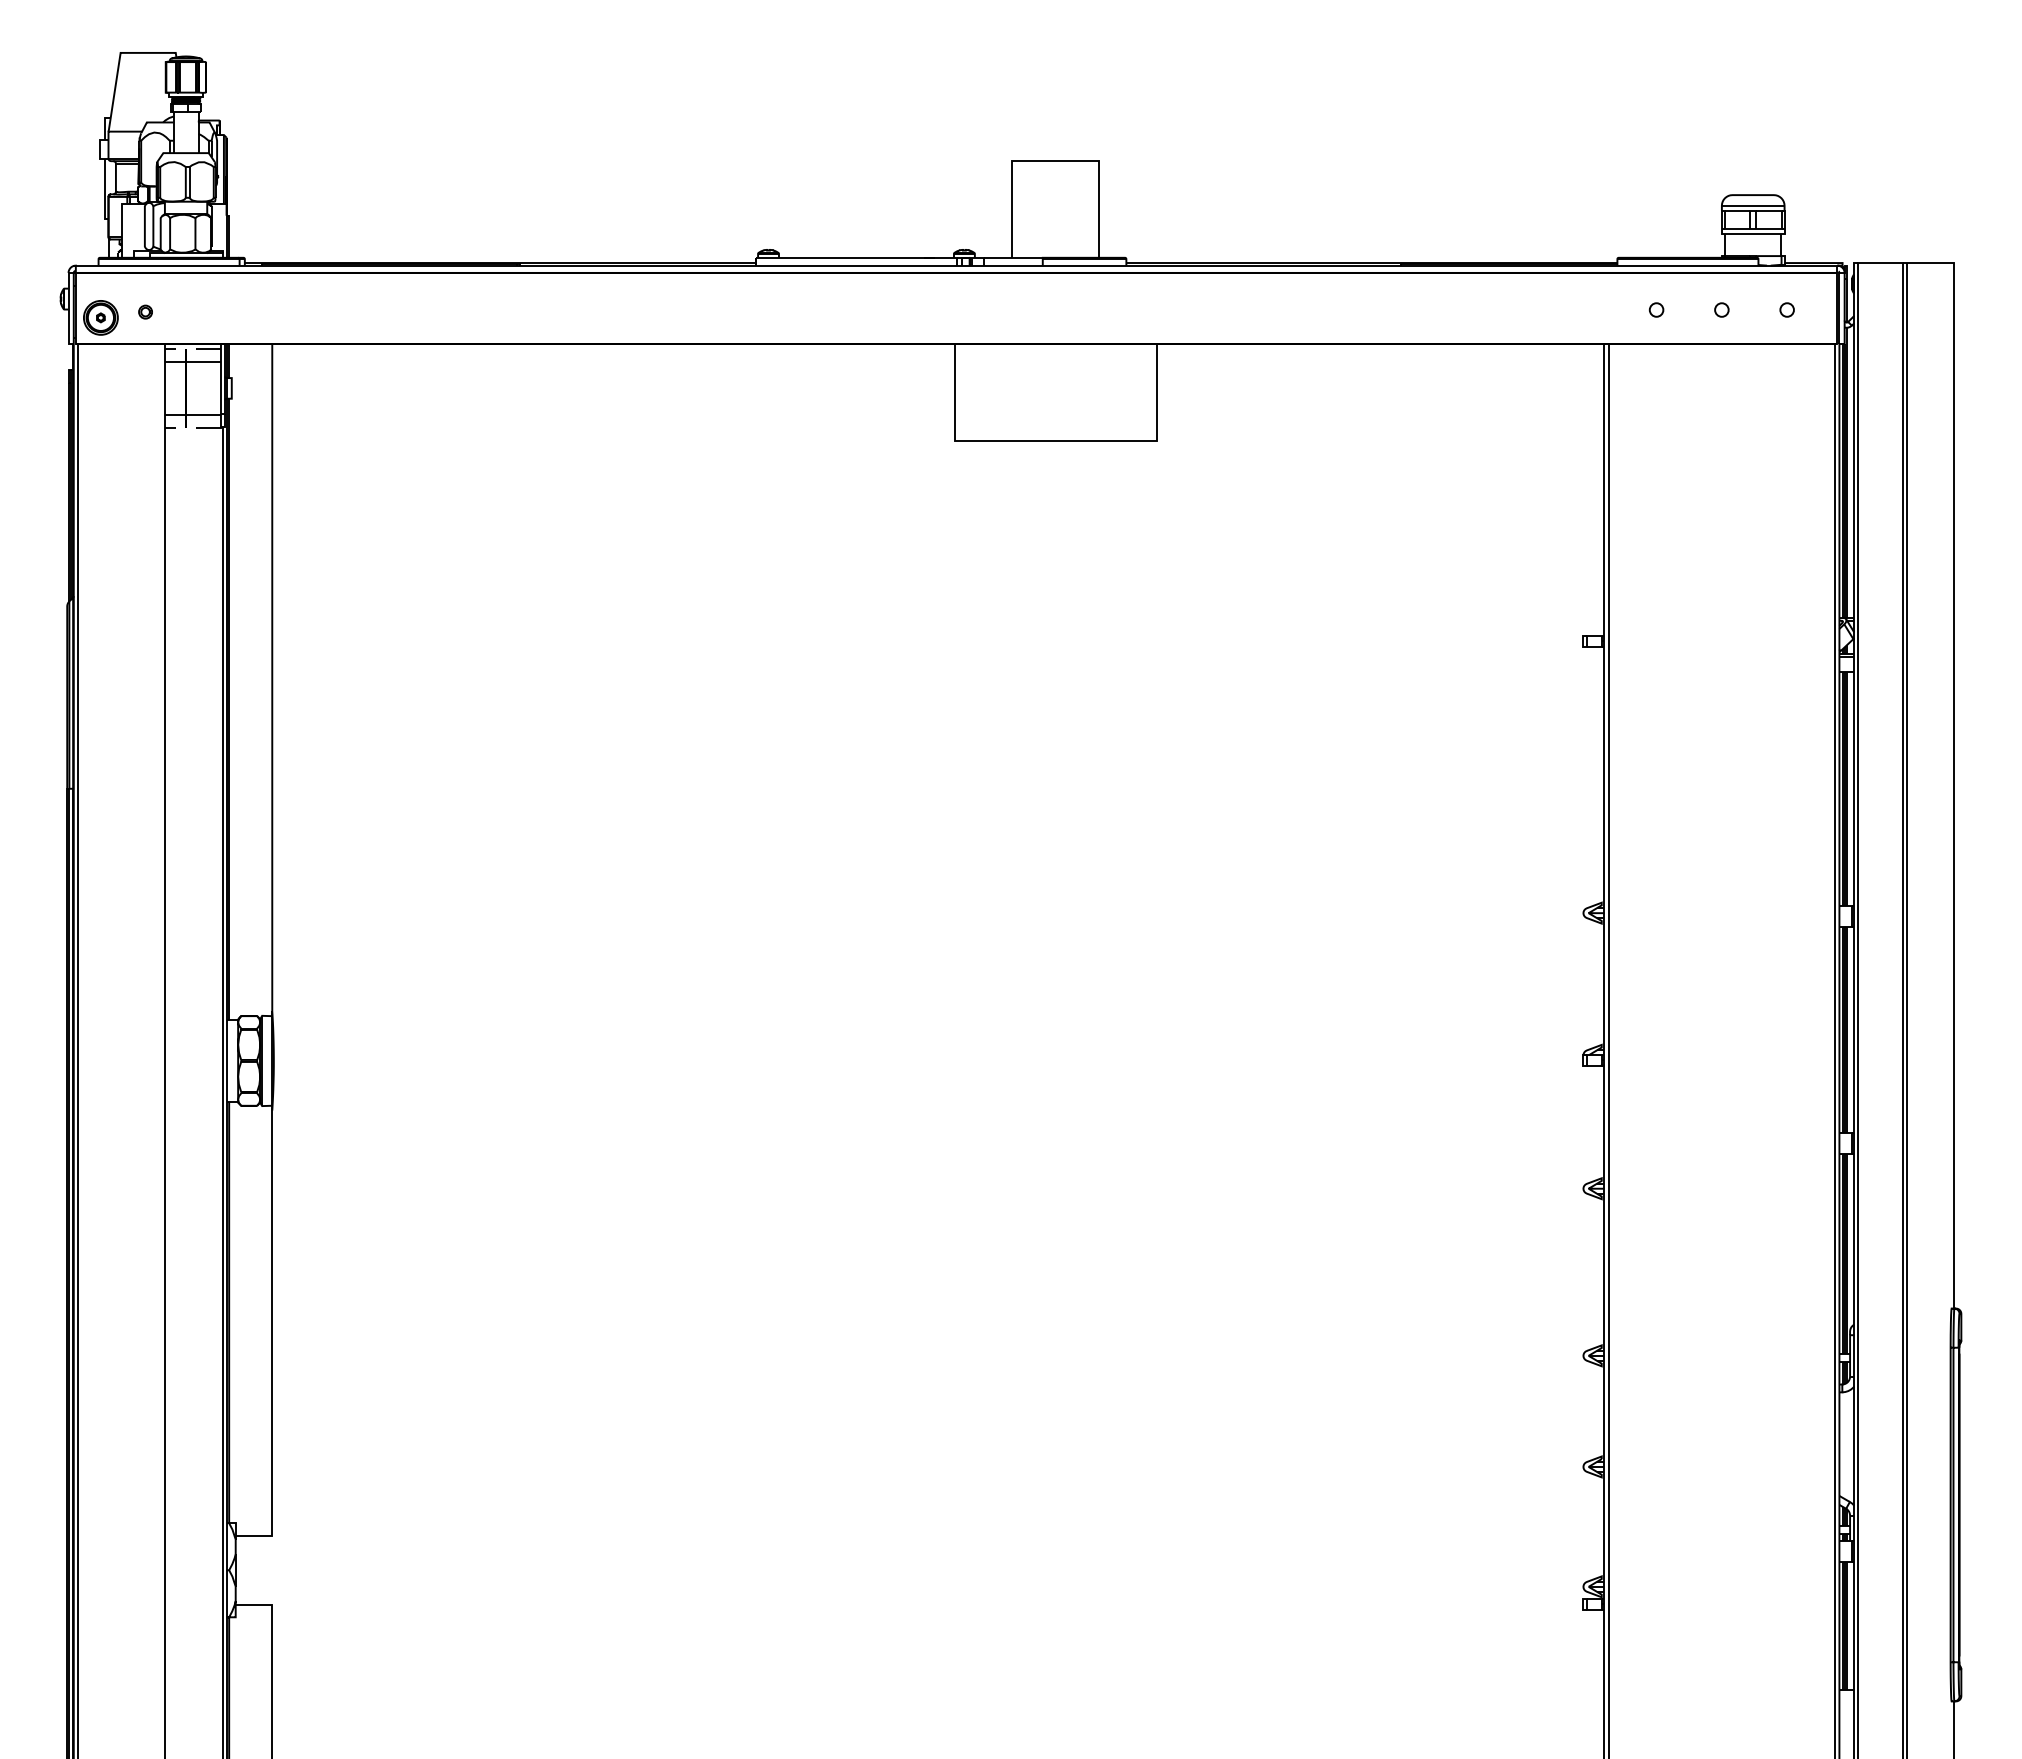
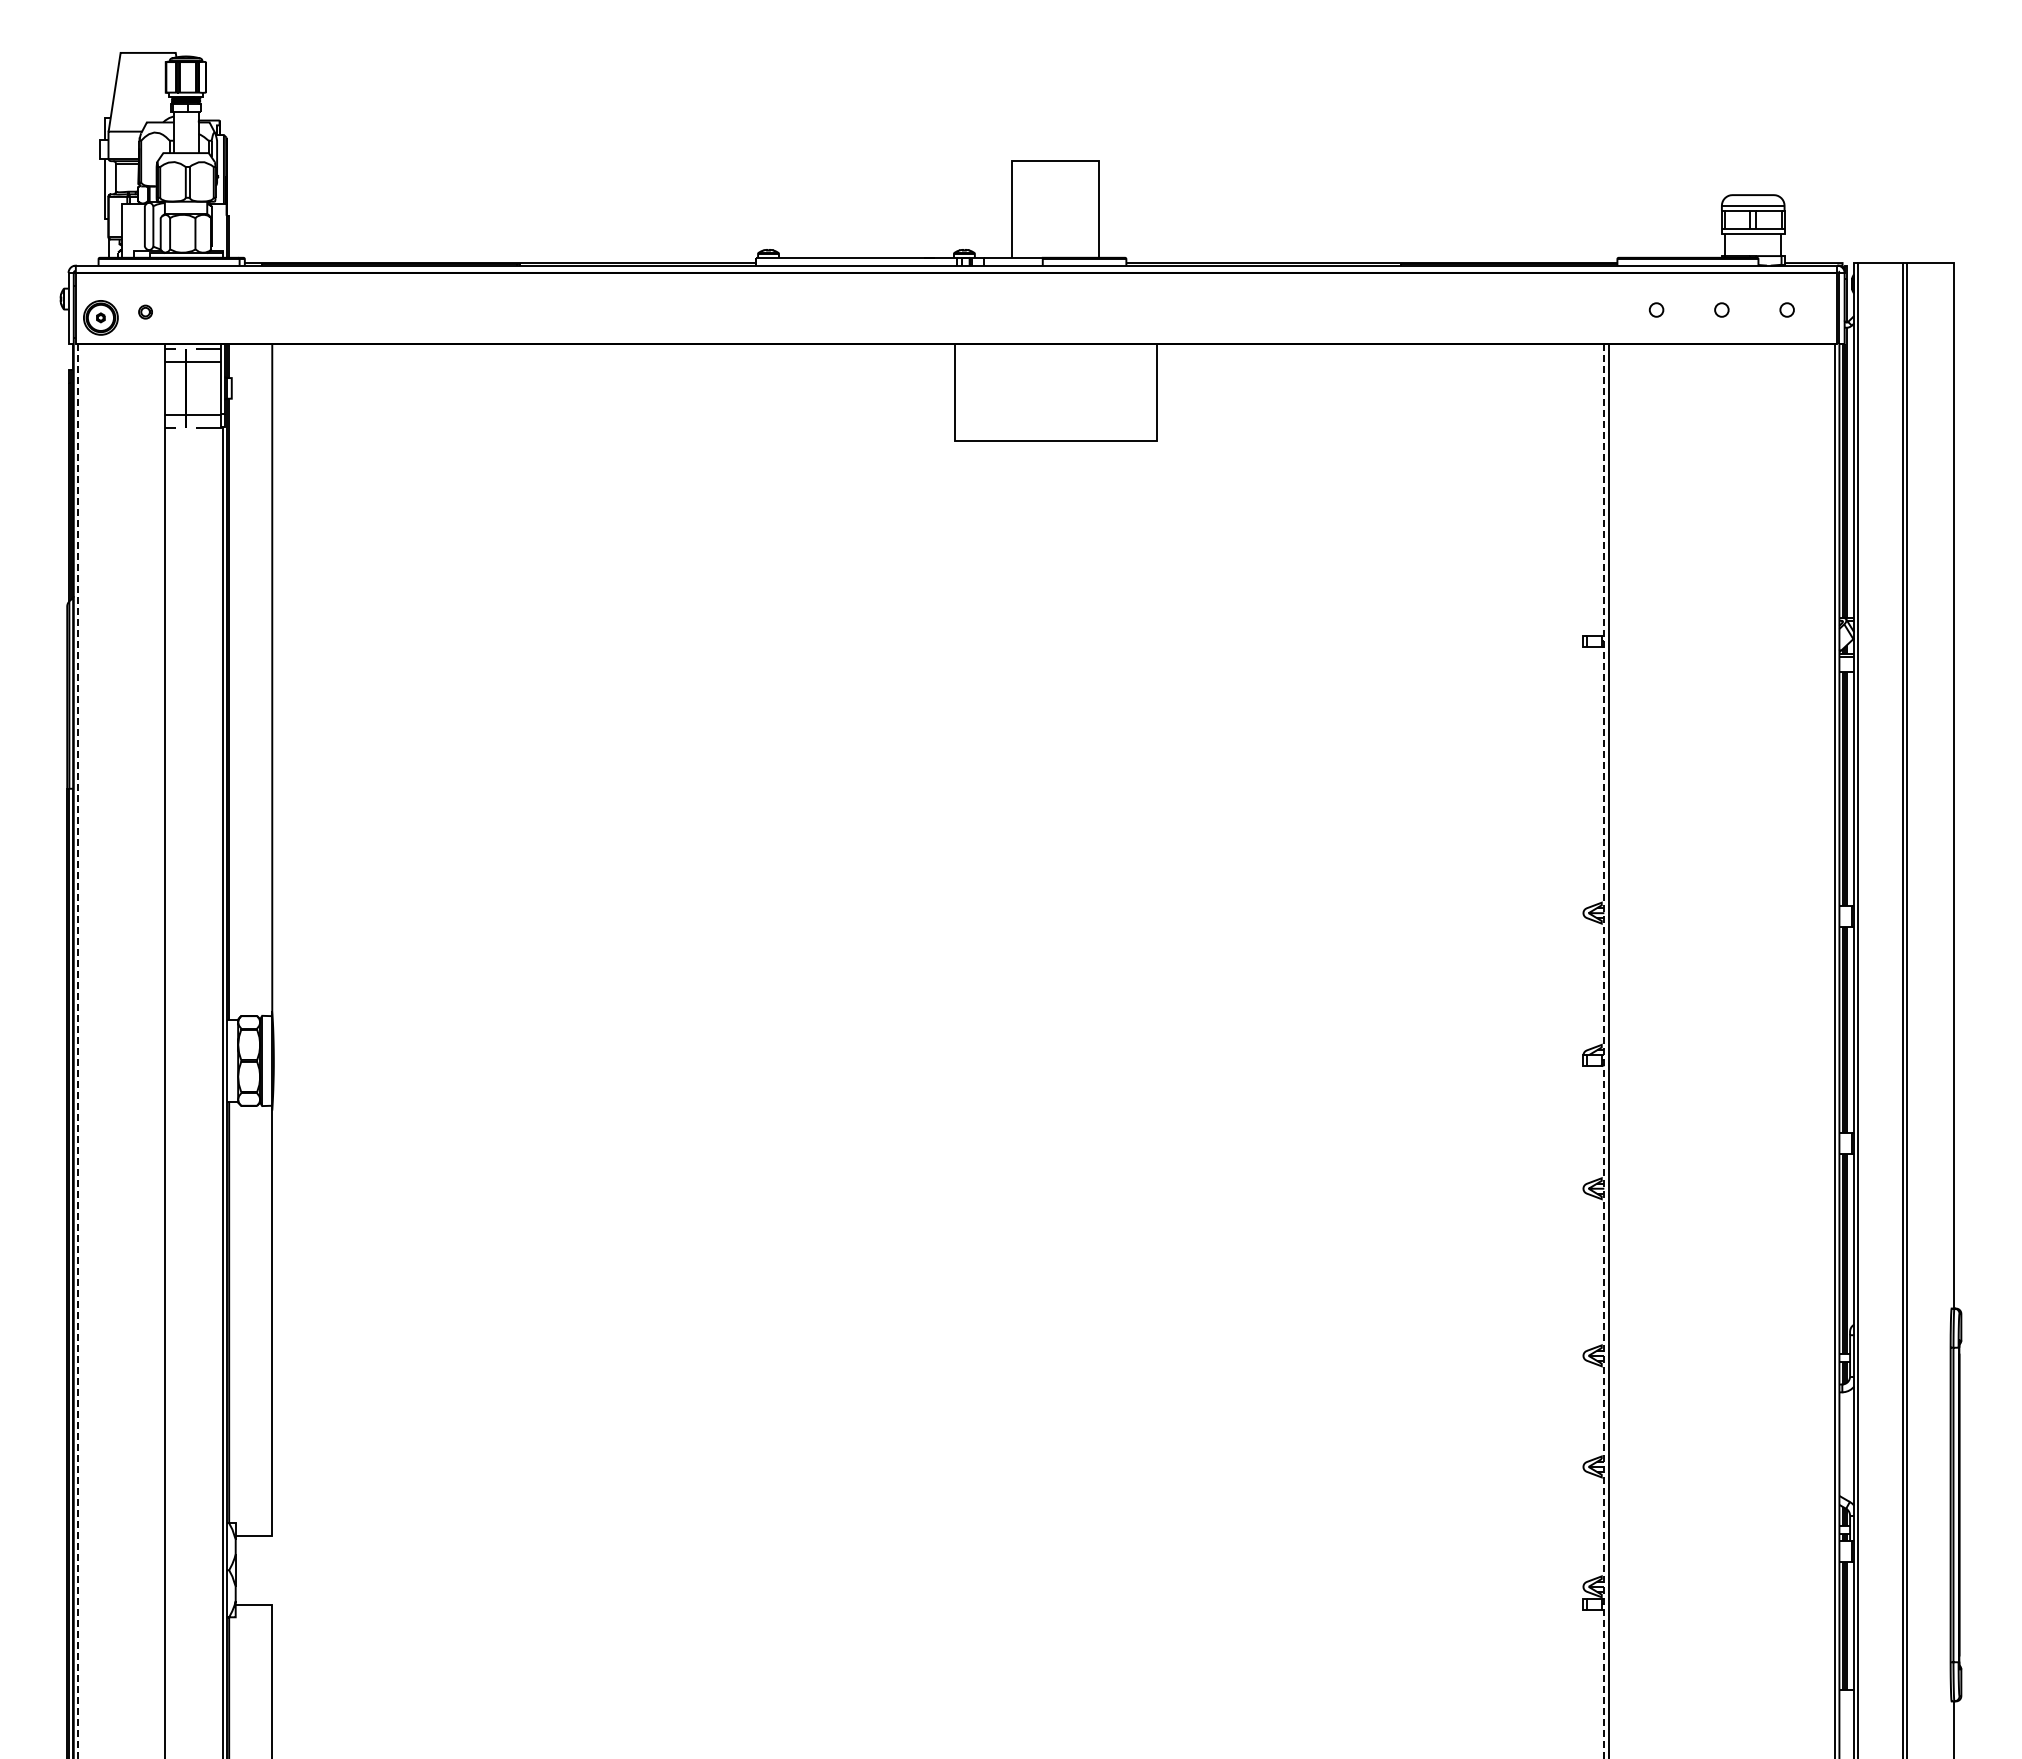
line at (78, 1051): solid -> dashed
line at (1604, 1051): solid -> dashed
